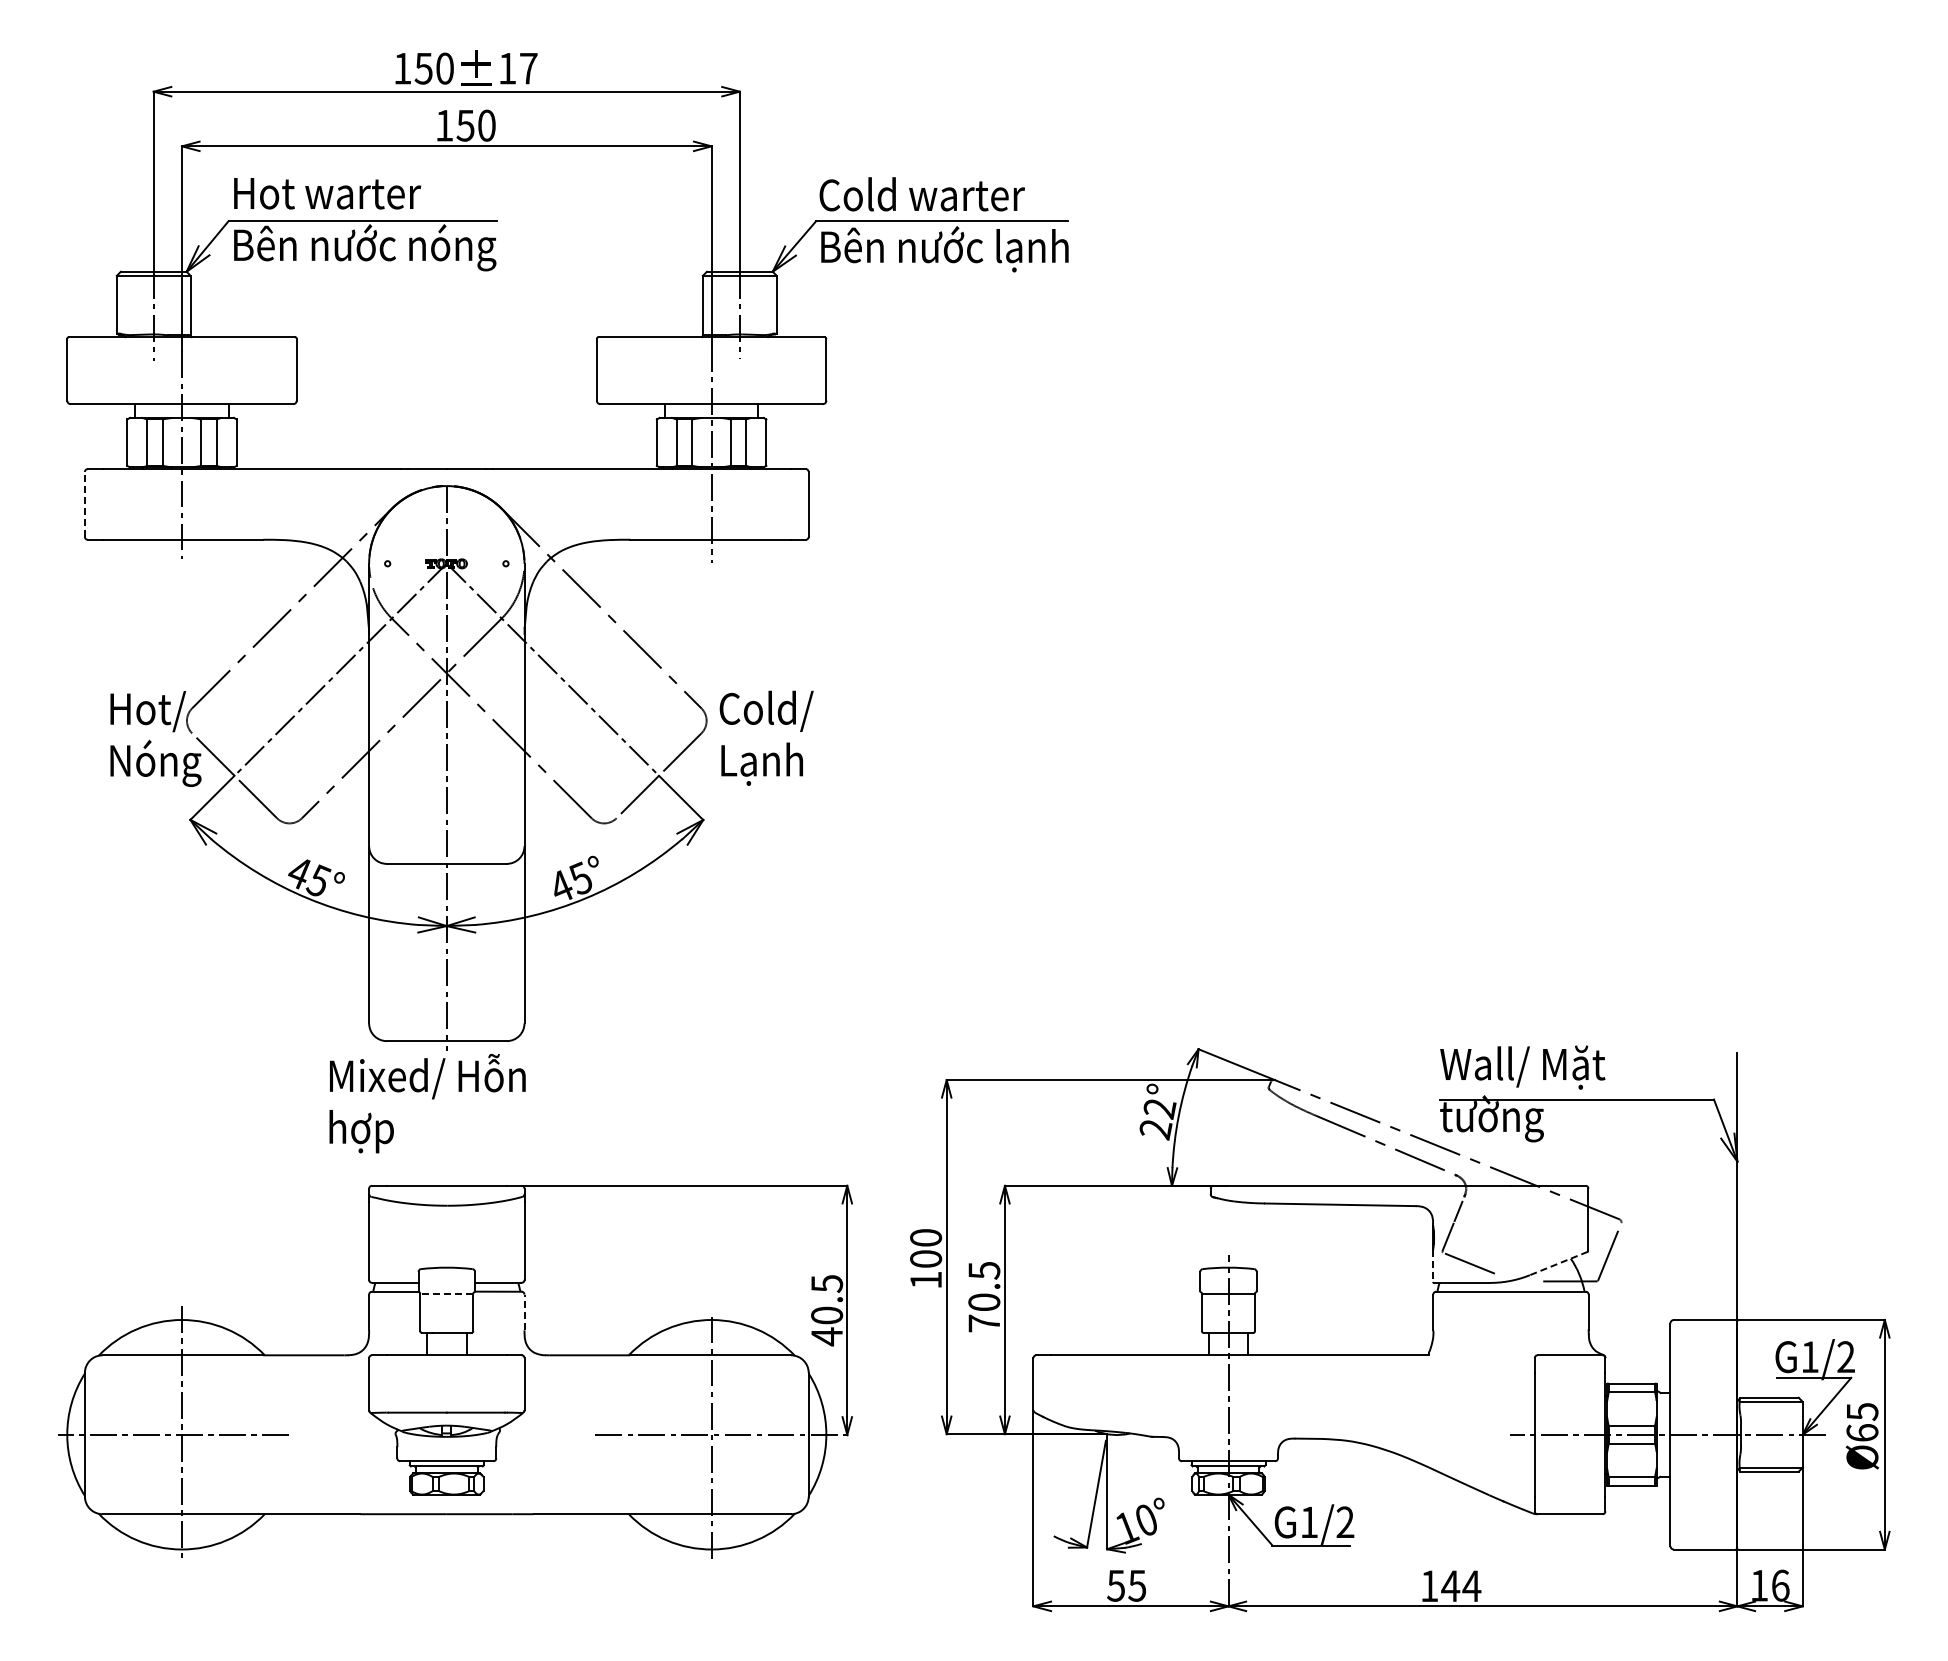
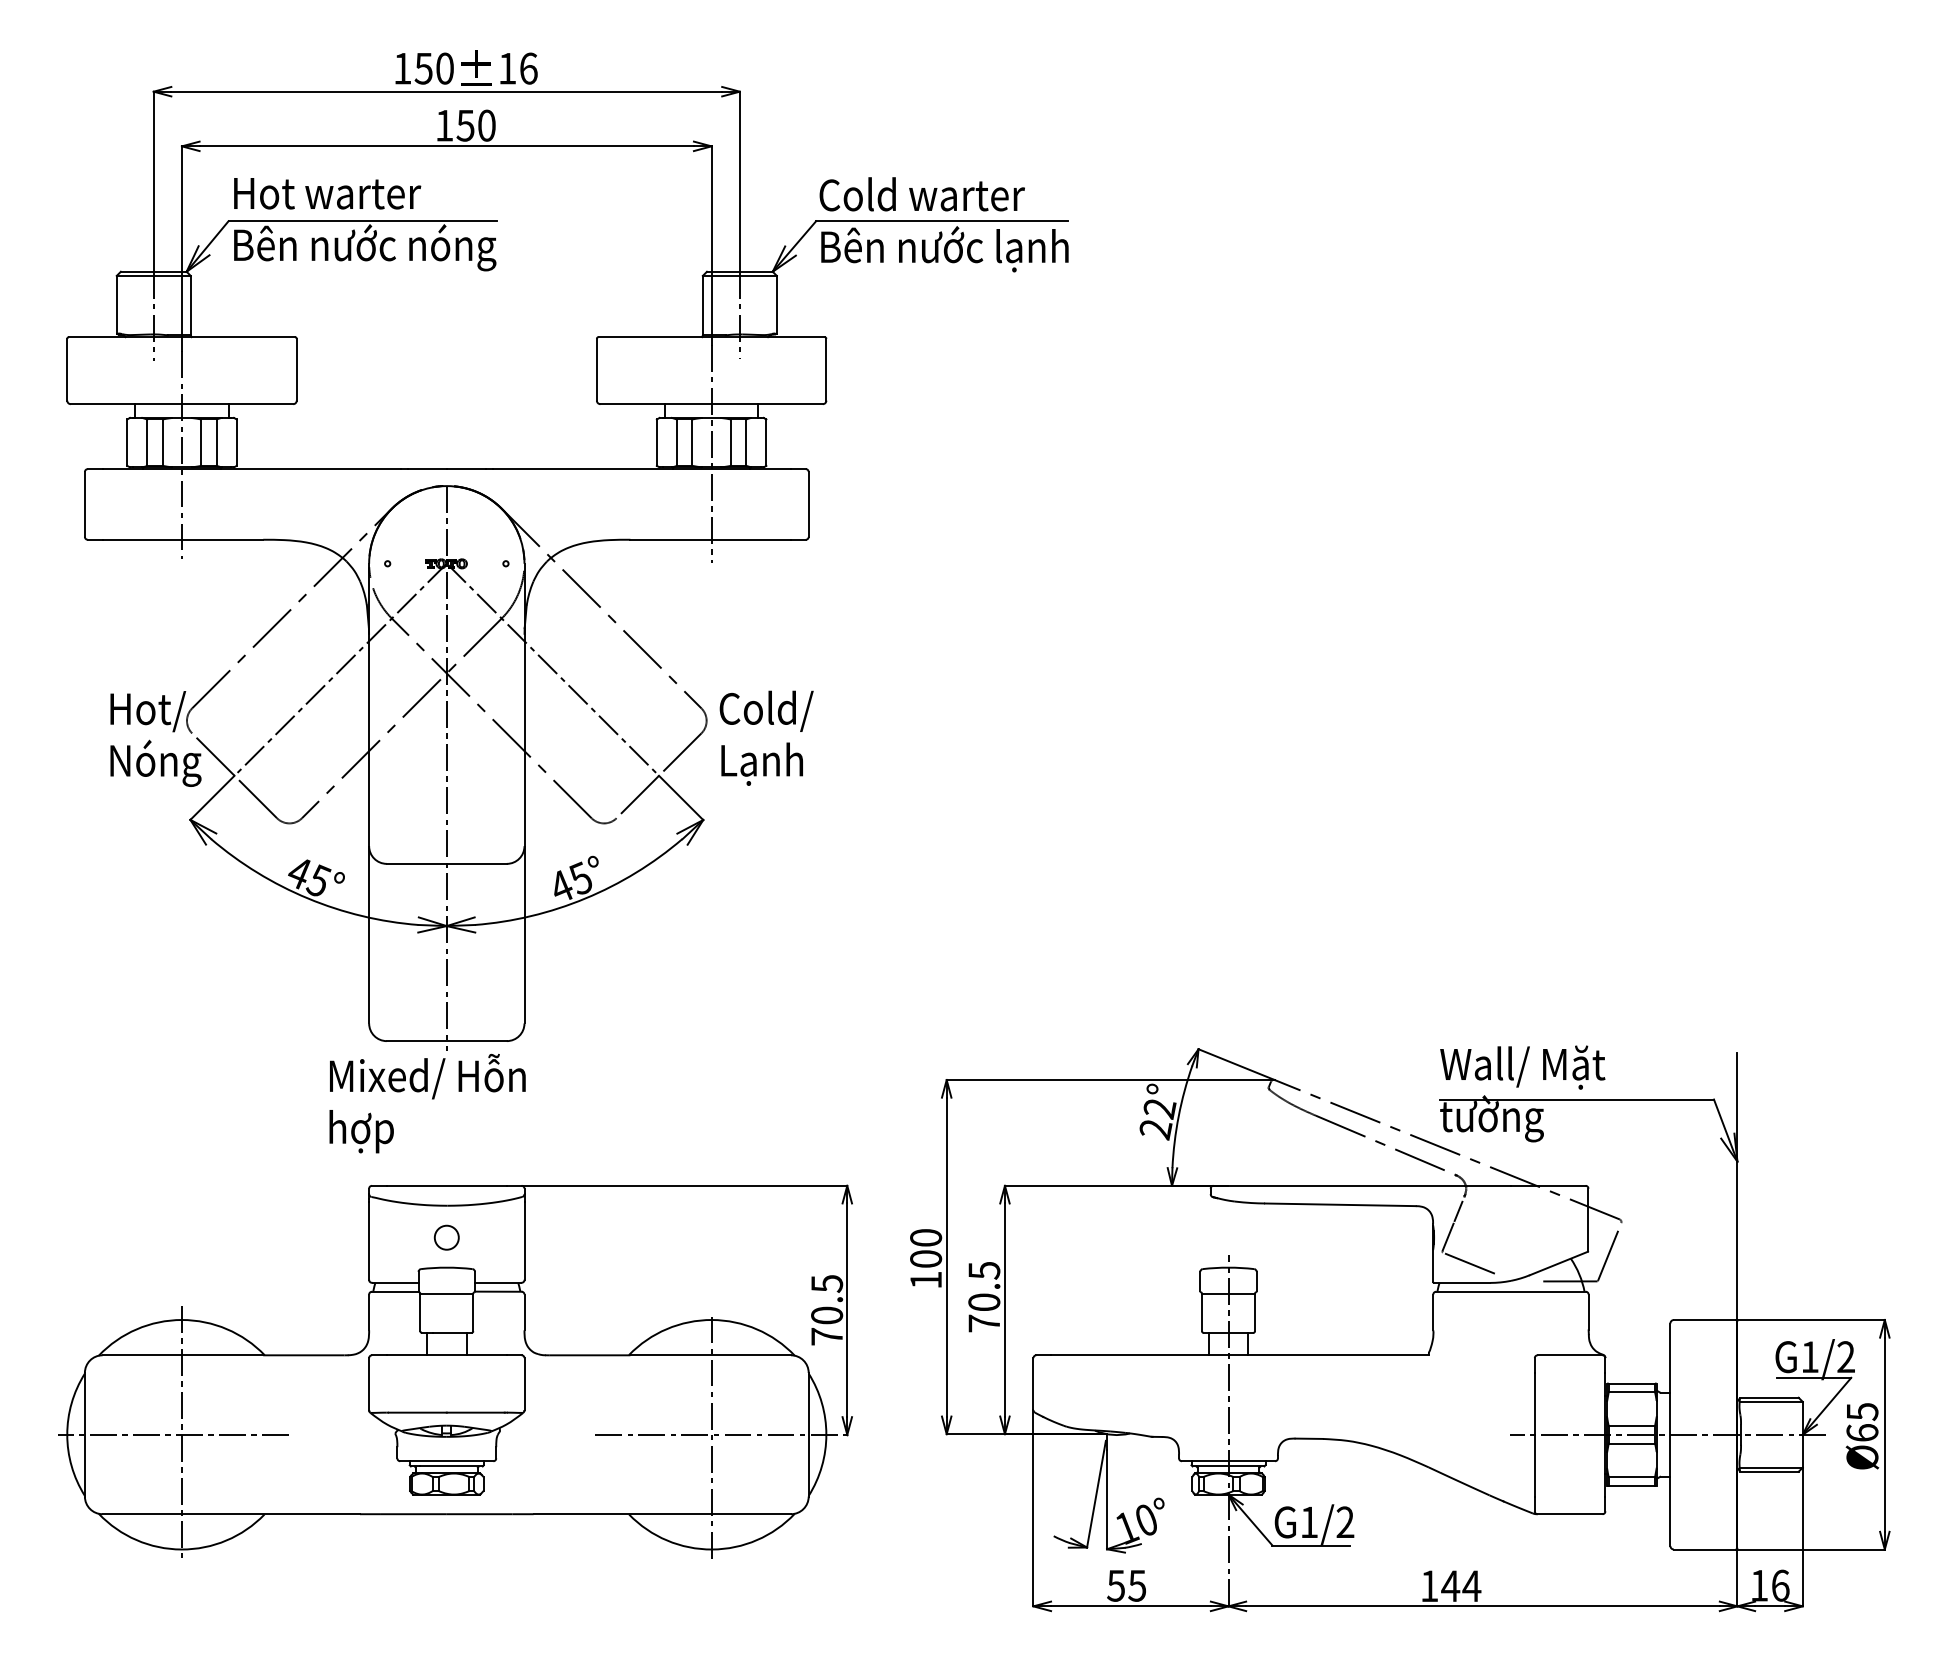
text at (528, 68): 17 -> 16
line at (84, 503): dashed -> solid
circle at (446, 1237): none -> present
line at (1558, 1263): dashed -> solid
line at (1433, 1265): dashed -> solid
line at (446, 1293): dashed -> solid
line at (524, 1312): dashed -> solid
text at (826, 1336): 40.5 -> 70.5
